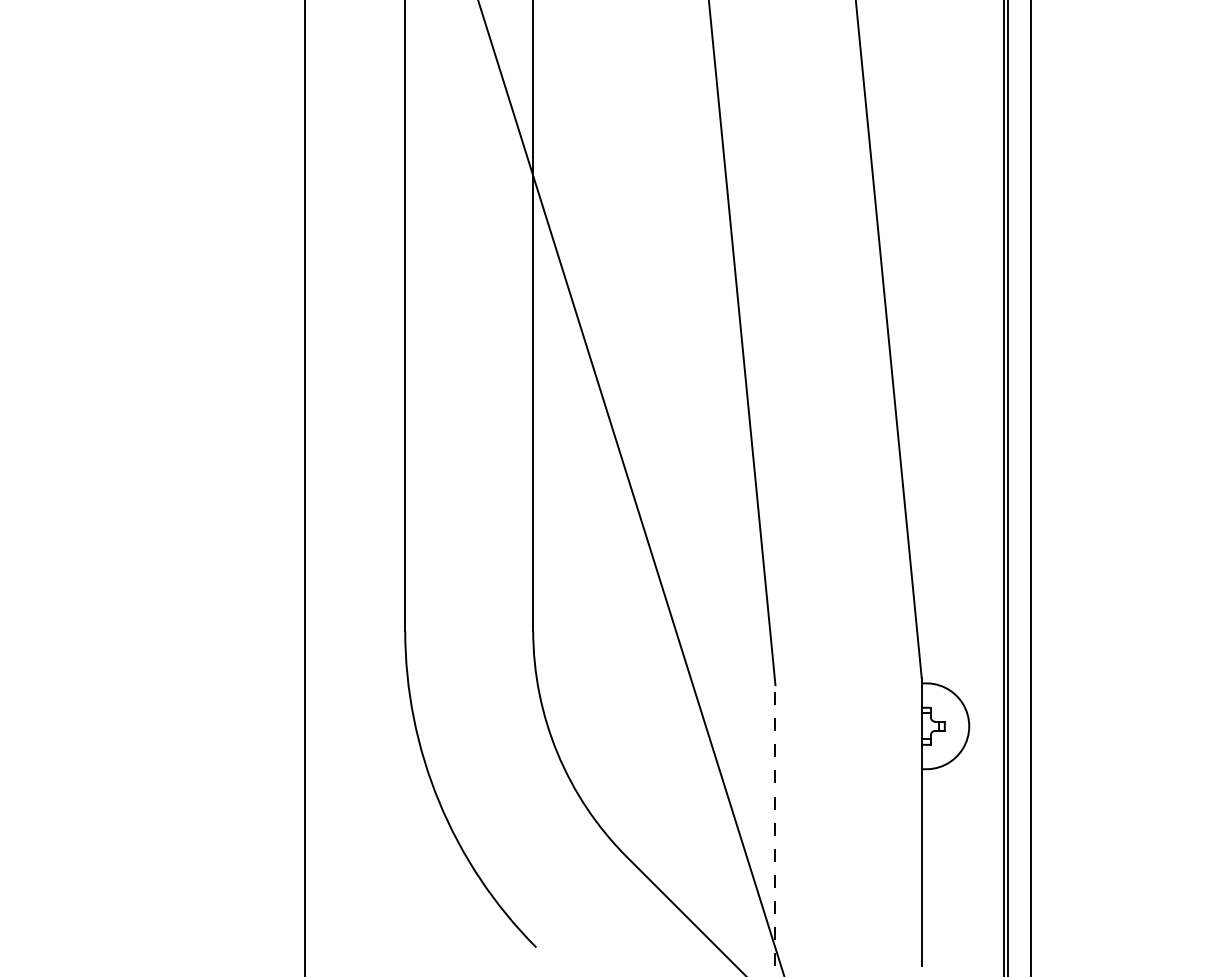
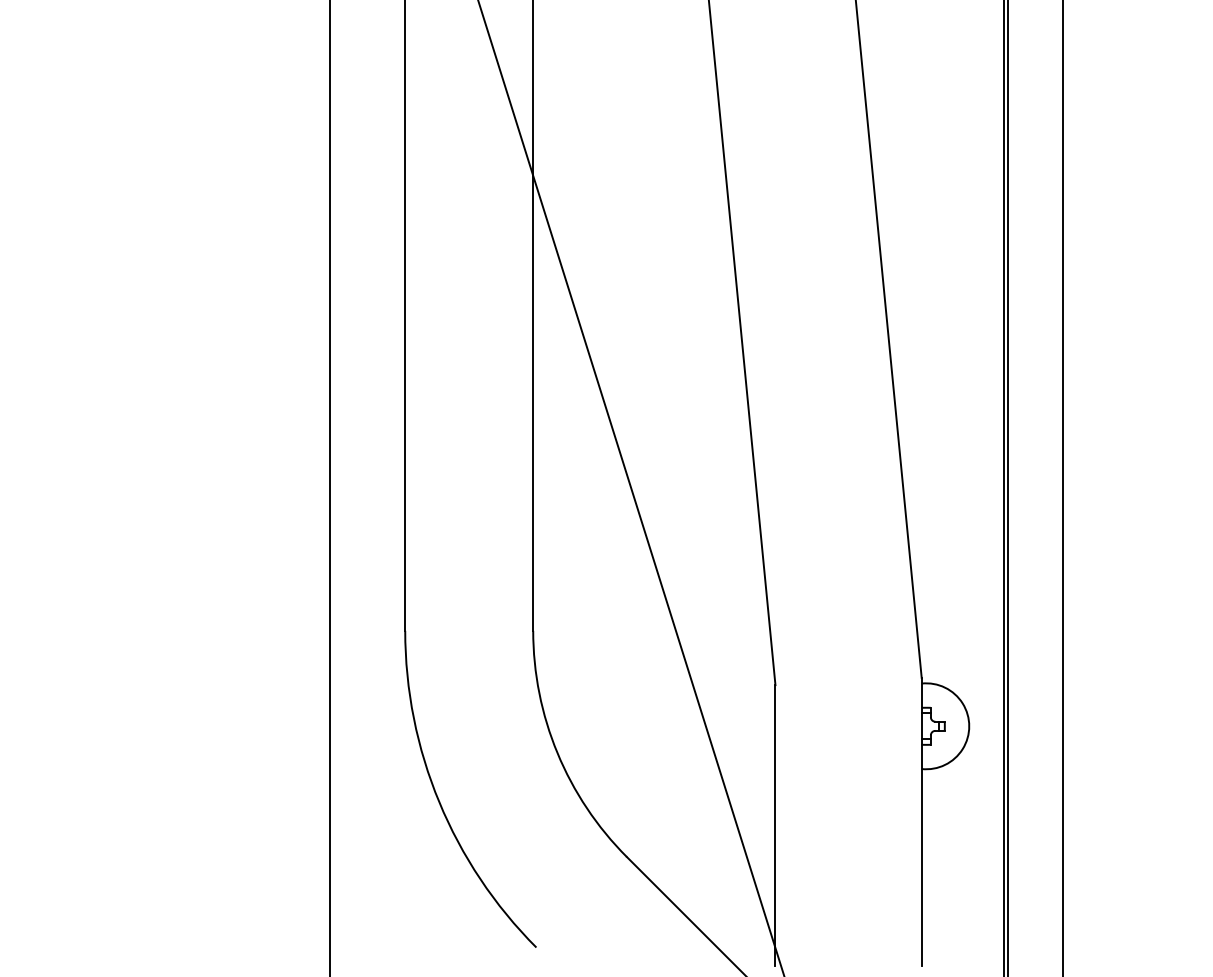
line at (305, 487) position: (305, 487) -> (330, 487)
line at (1031, 487) position: (1031, 487) -> (1063, 487)
line at (775, 825): dashed -> solid
